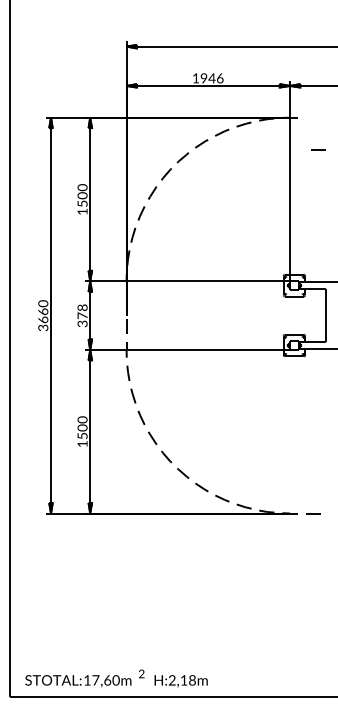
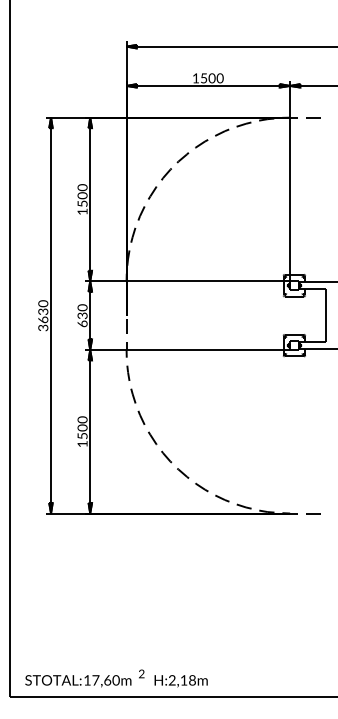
text at (211, 78): 1946 -> 1500
line at (318, 149) position: (318, 149) -> (313, 117)
text at (42, 311): 3660 -> 3630
text at (82, 315): 378 -> 630
